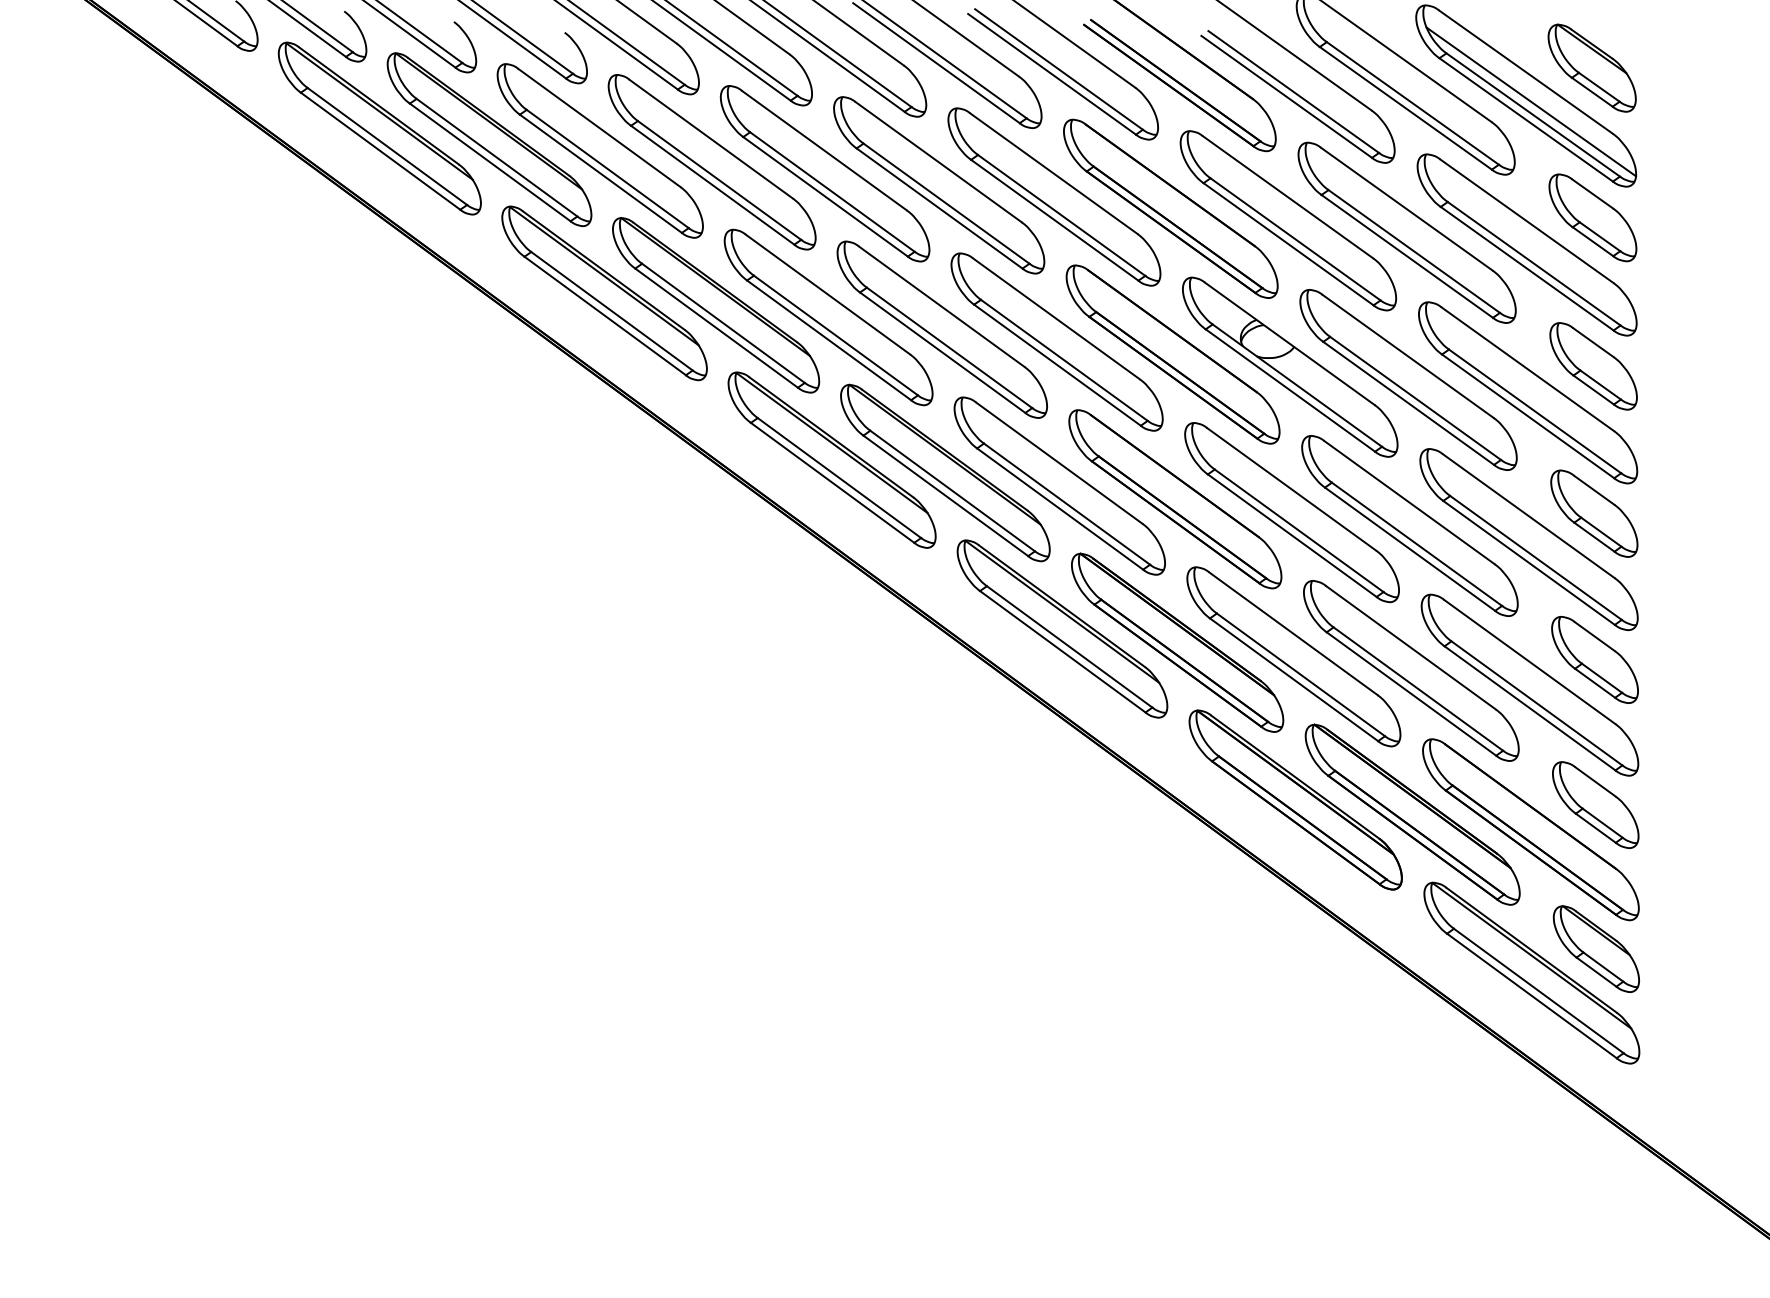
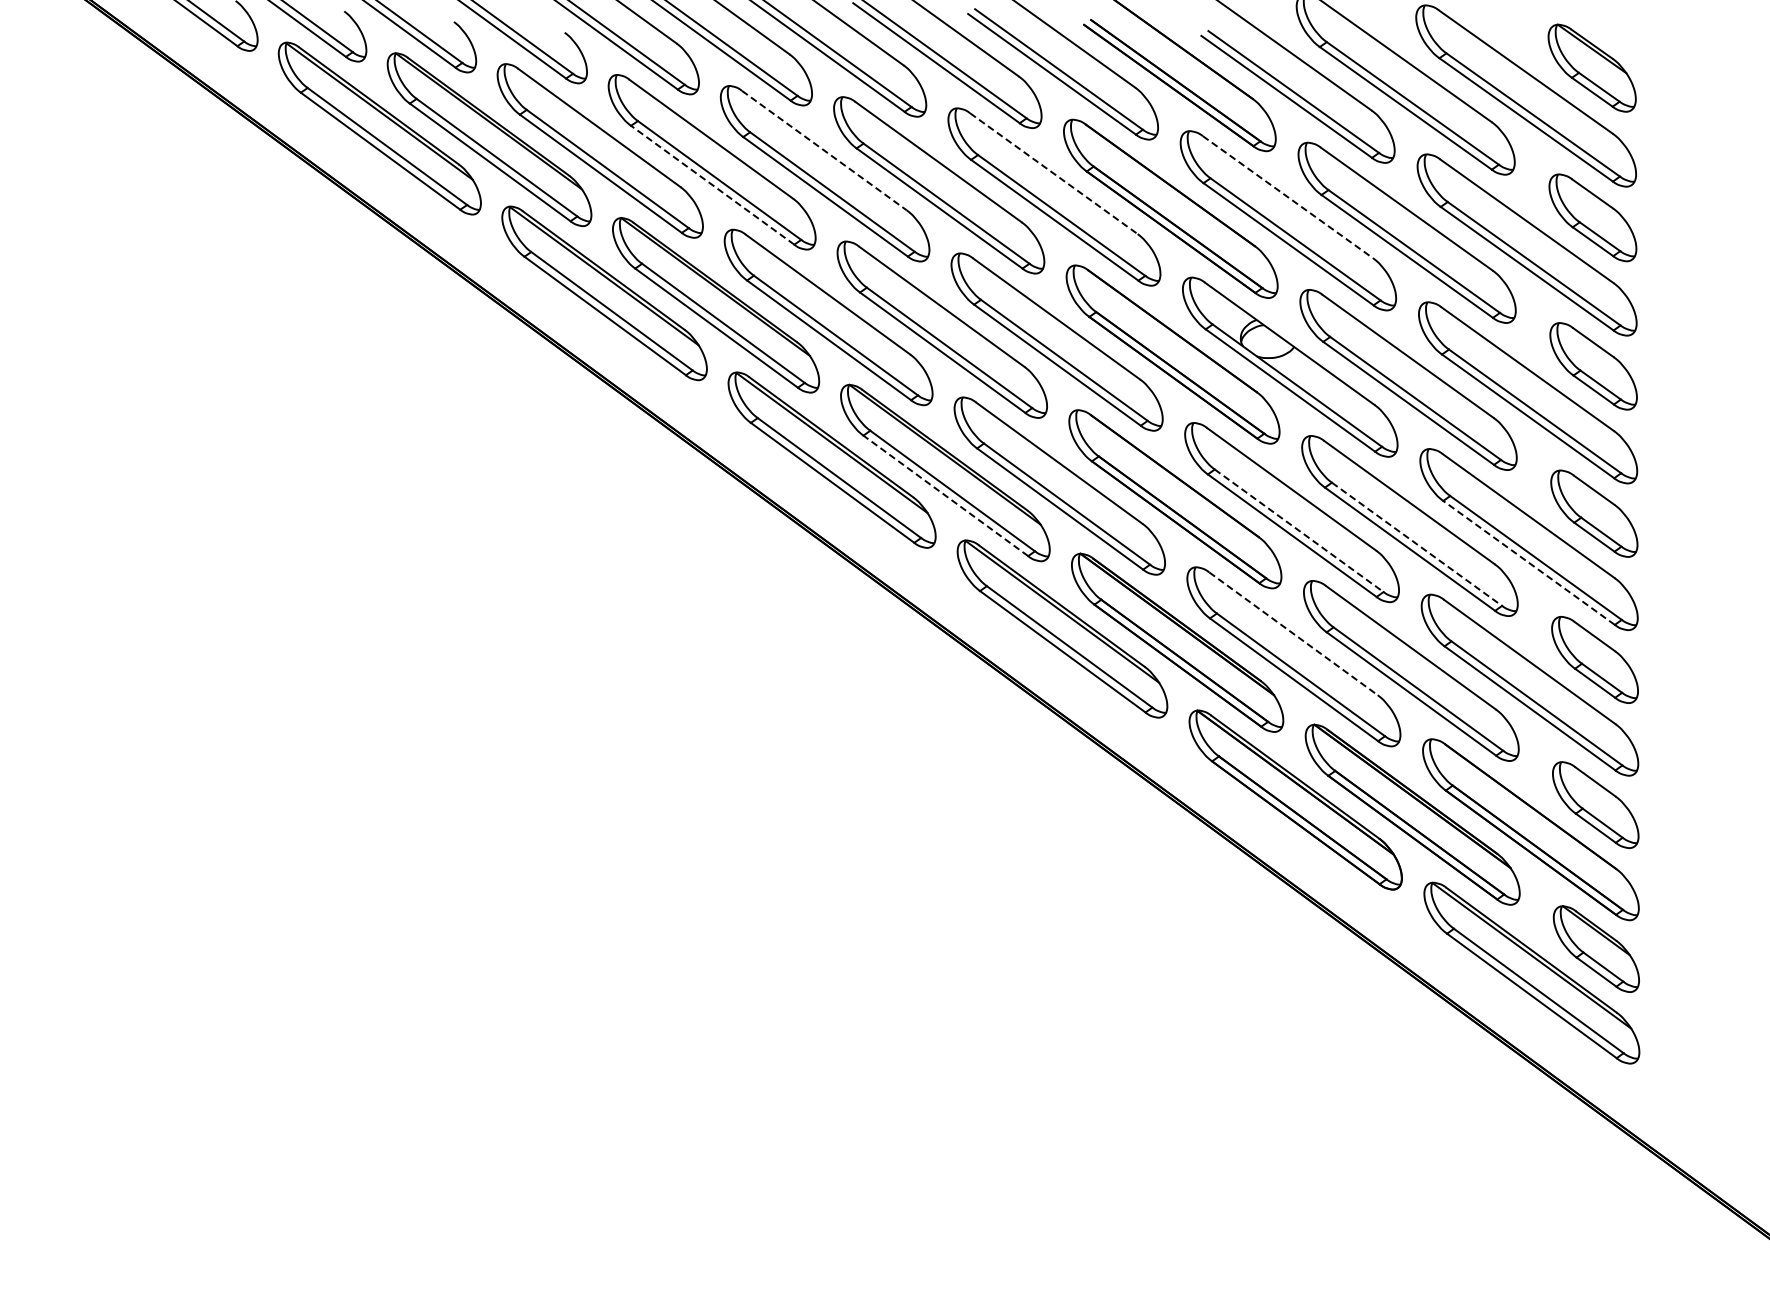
line at (1531, 101): present -> none
line at (824, 150): solid -> dashed
line at (1054, 173): solid -> dashed
line at (712, 185): solid -> dashed
line at (1287, 197): solid -> dashed
line at (945, 495): solid -> dashed
line at (1299, 531): solid -> dashed
line at (1417, 544): solid -> dashed
line at (1529, 562): solid -> dashed
line at (1293, 634): solid -> dashed
